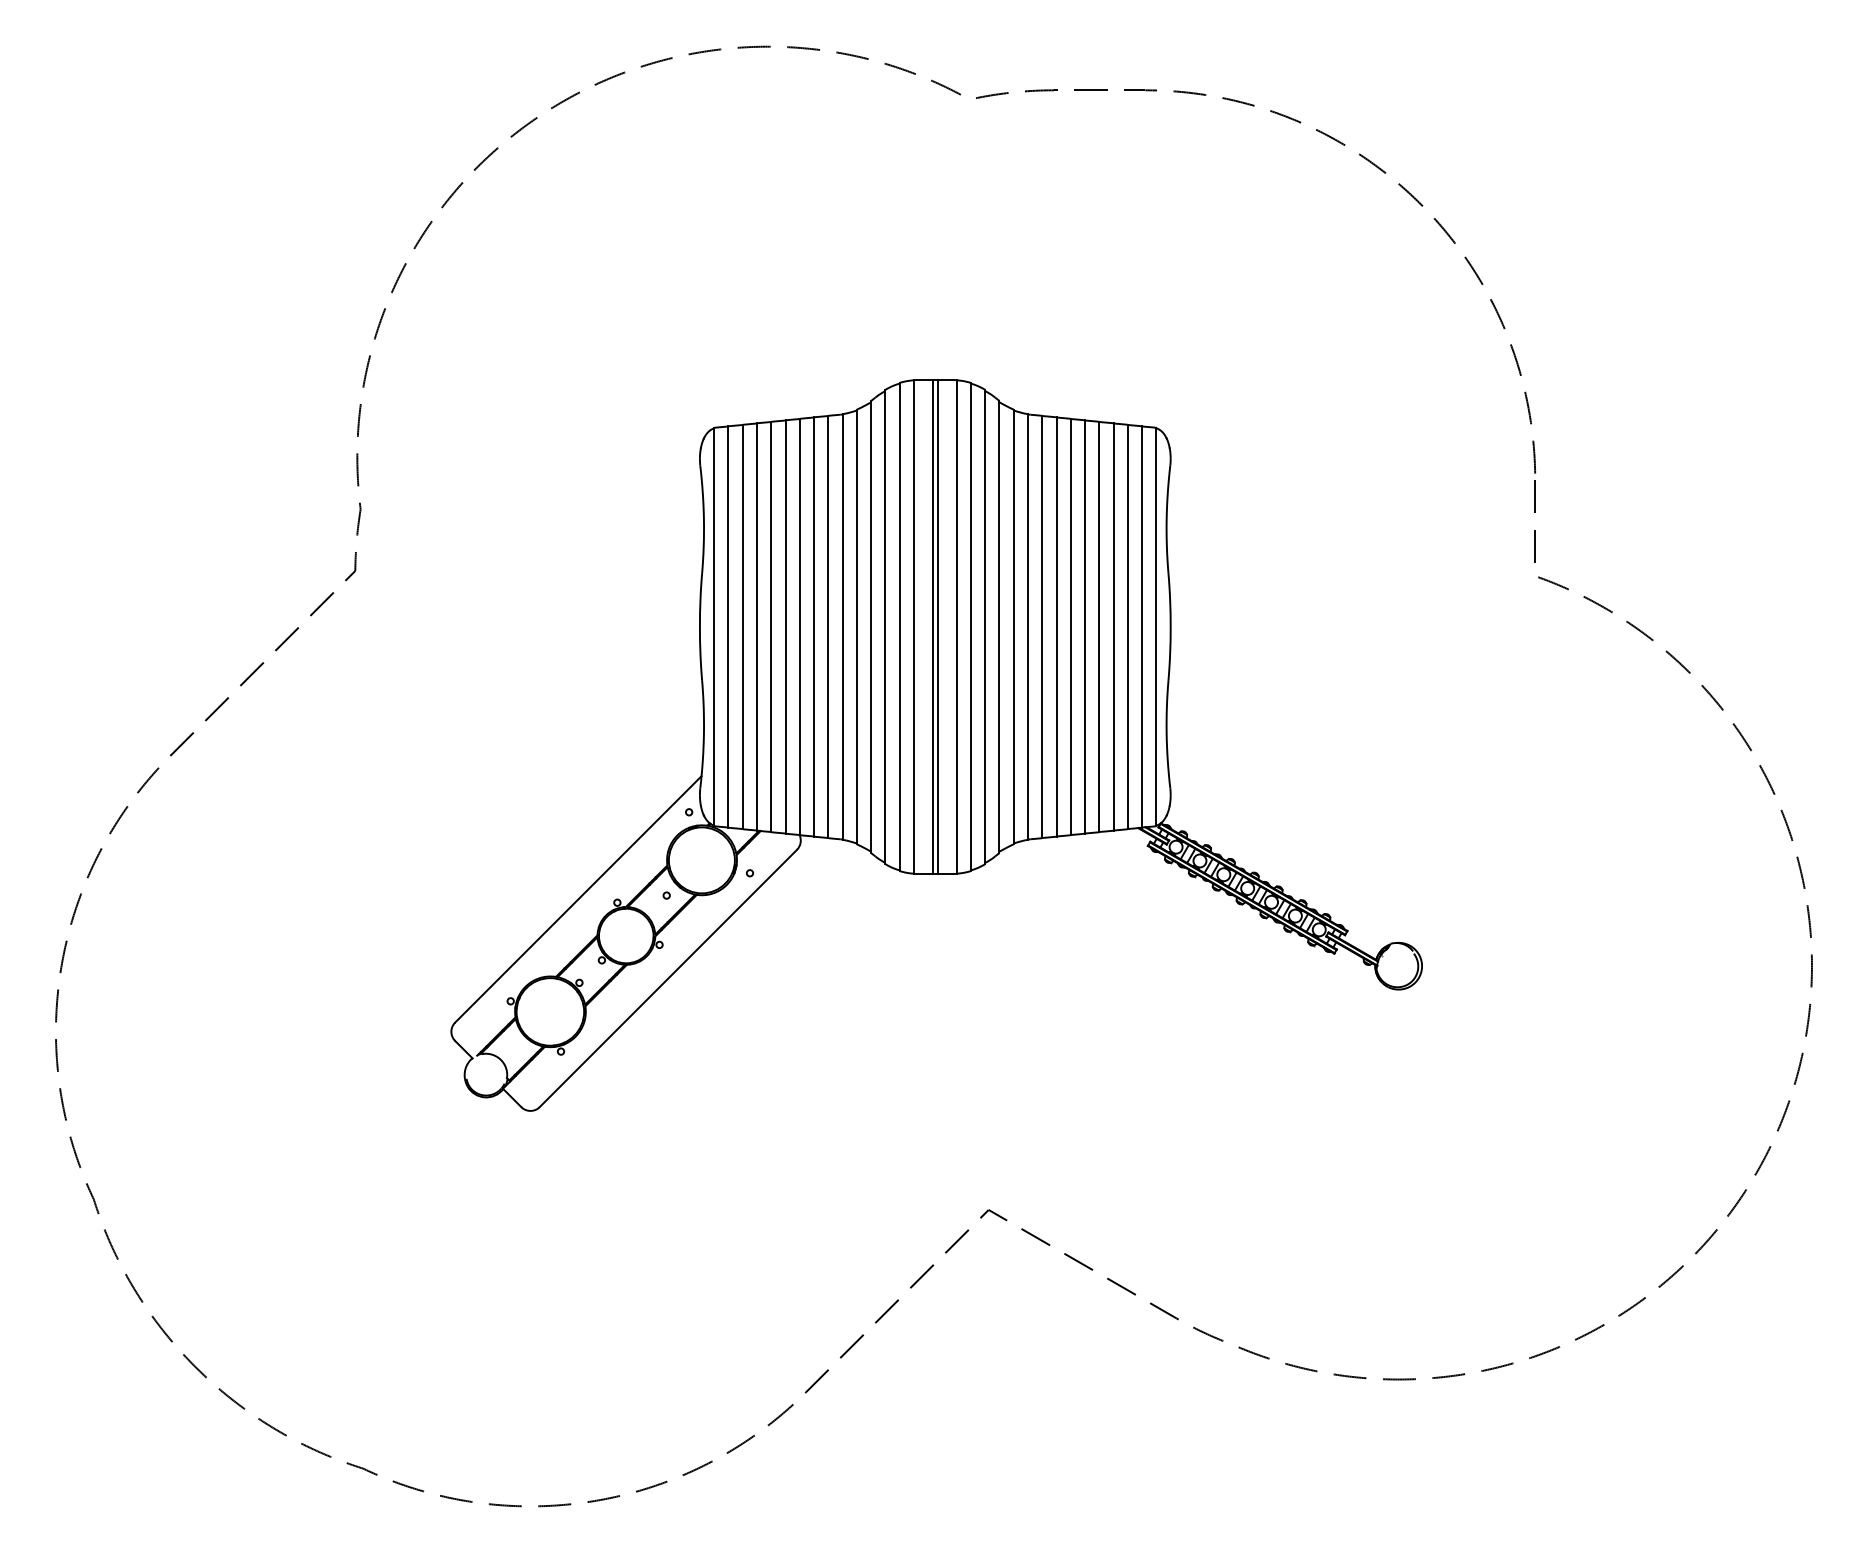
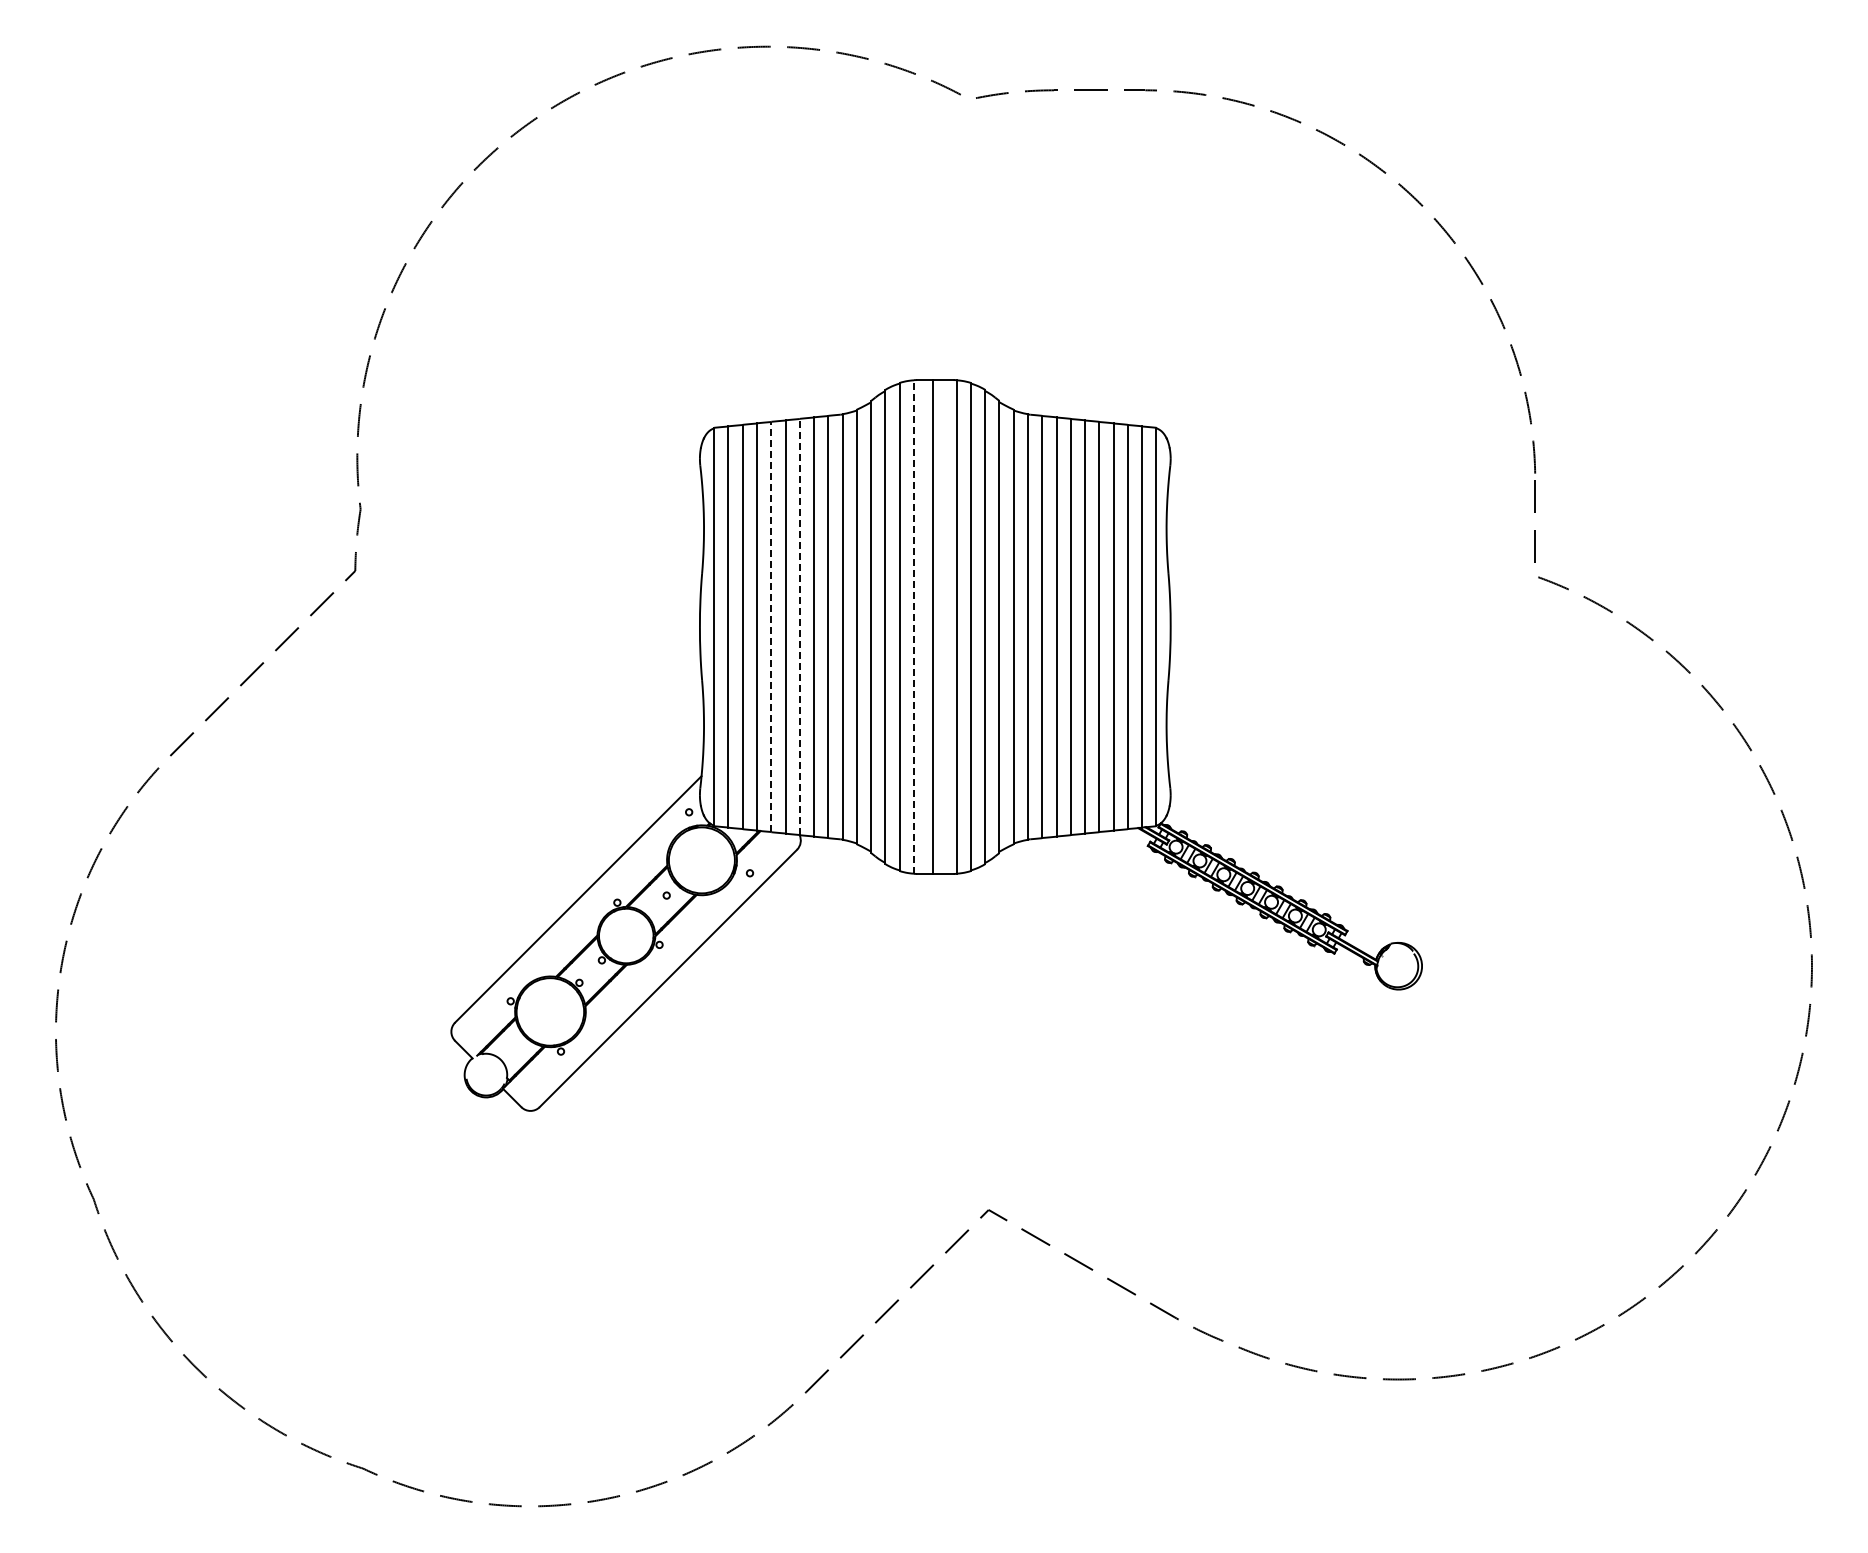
line at (771, 626): solid -> dashed
line at (799, 626): solid -> dashed
line at (937, 626): present -> none
line at (913, 627): solid -> dashed
